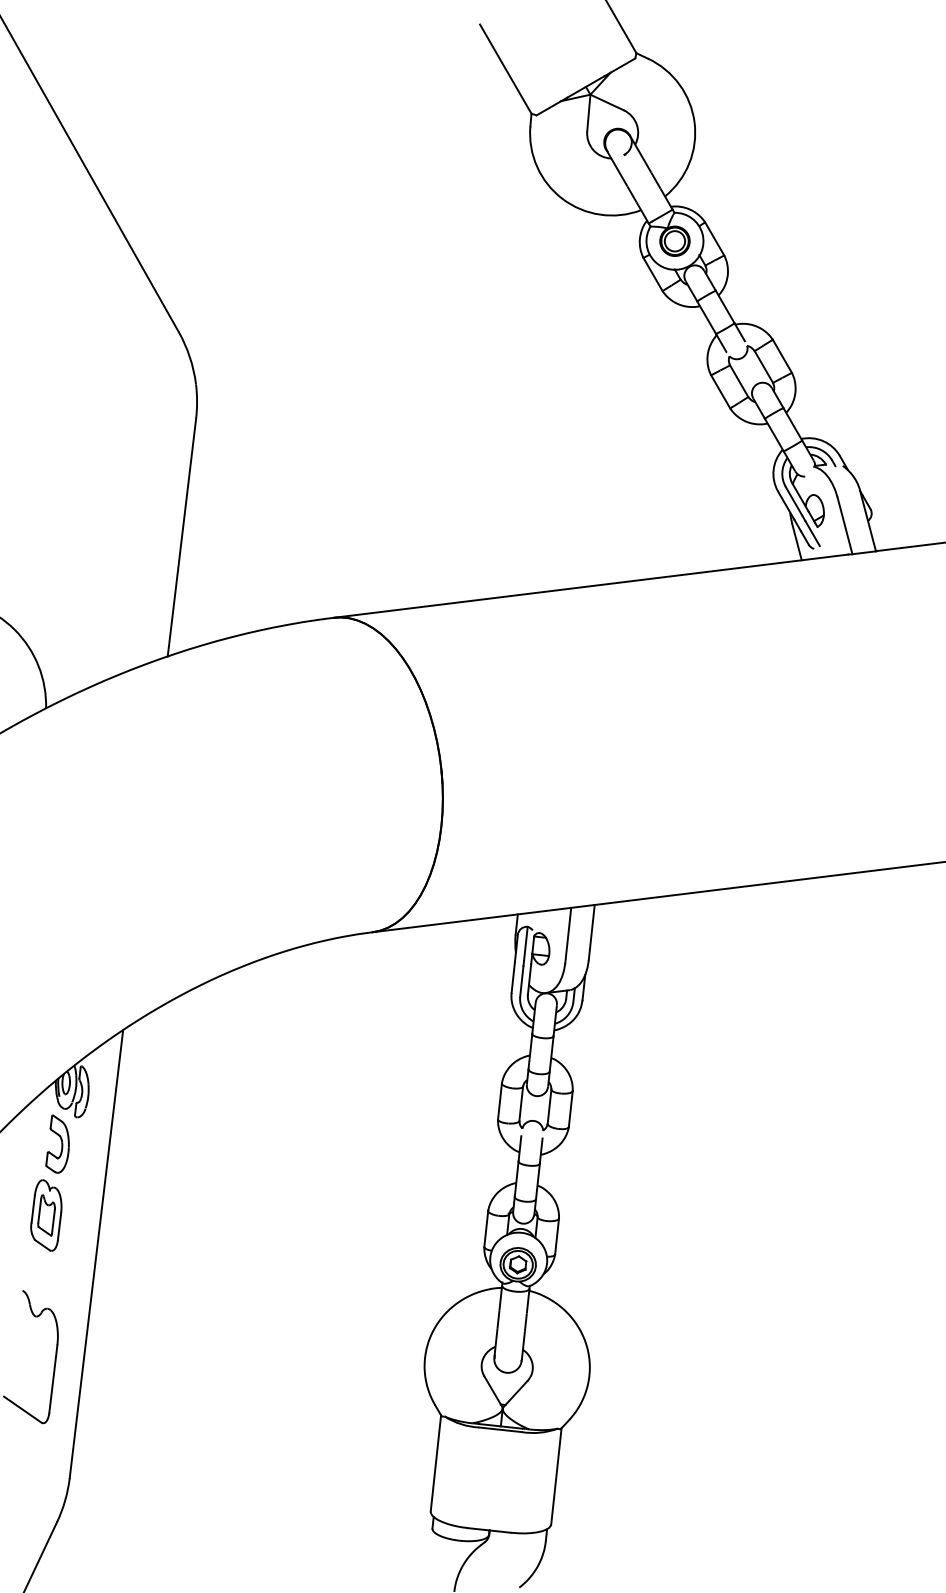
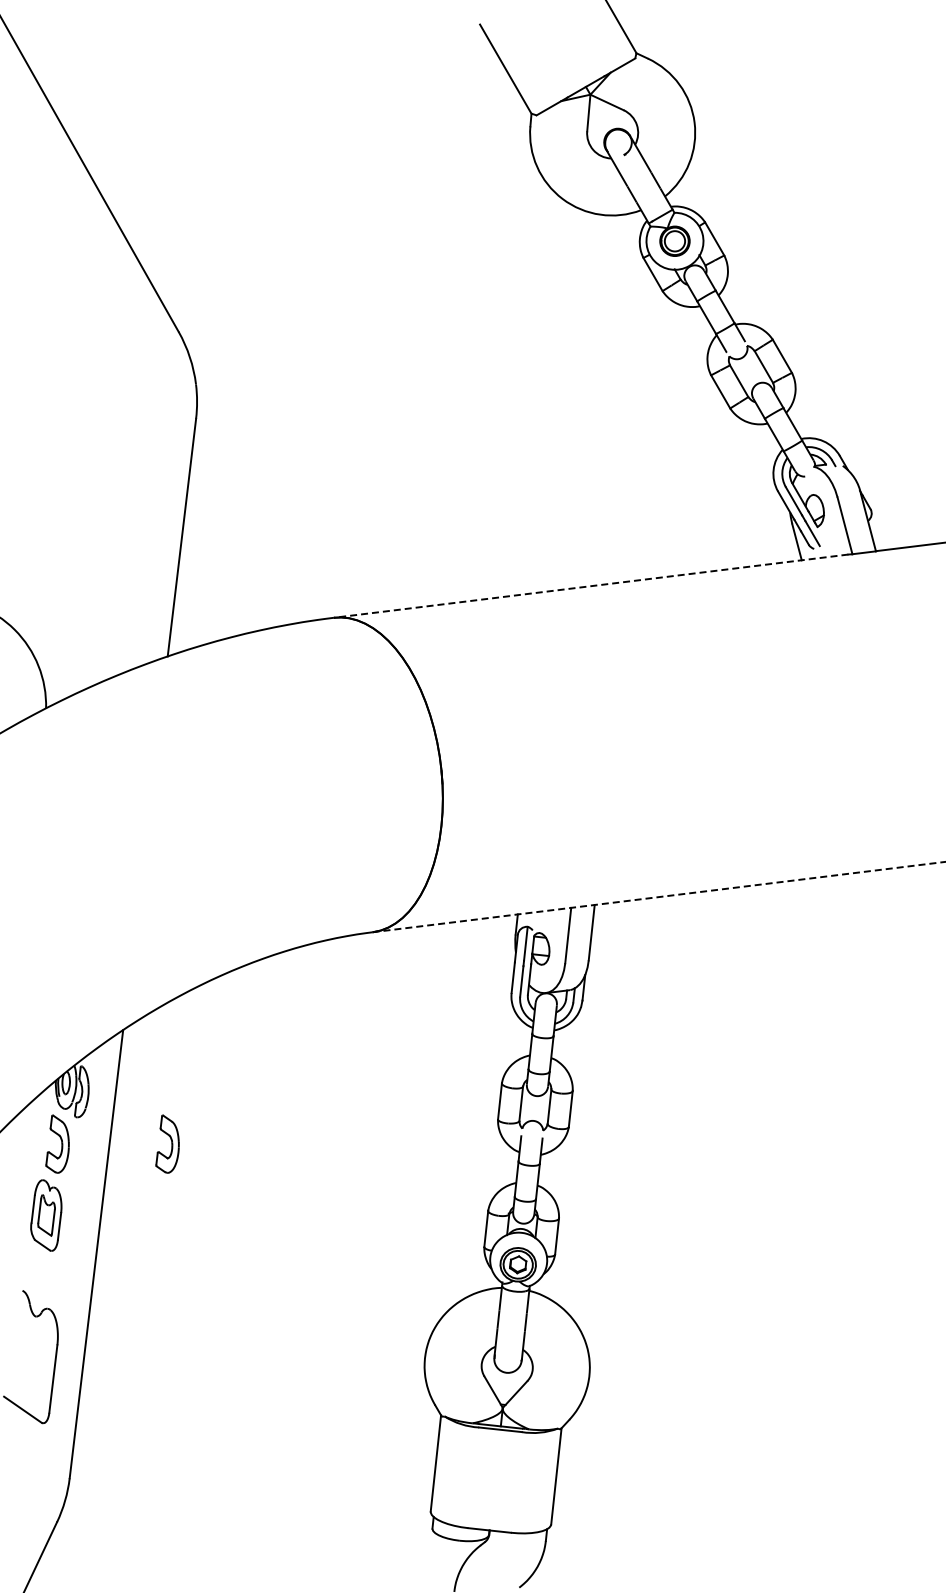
line at (590, 586): solid -> dashed
line at (659, 897): solid -> dashed
part at (167, 1143): none -> present
